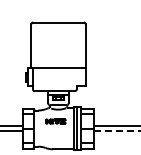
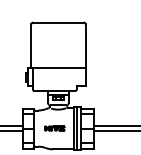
part at (55, 121) position: (55, 121) -> (54, 128)
line at (117, 130): dashed -> solid
